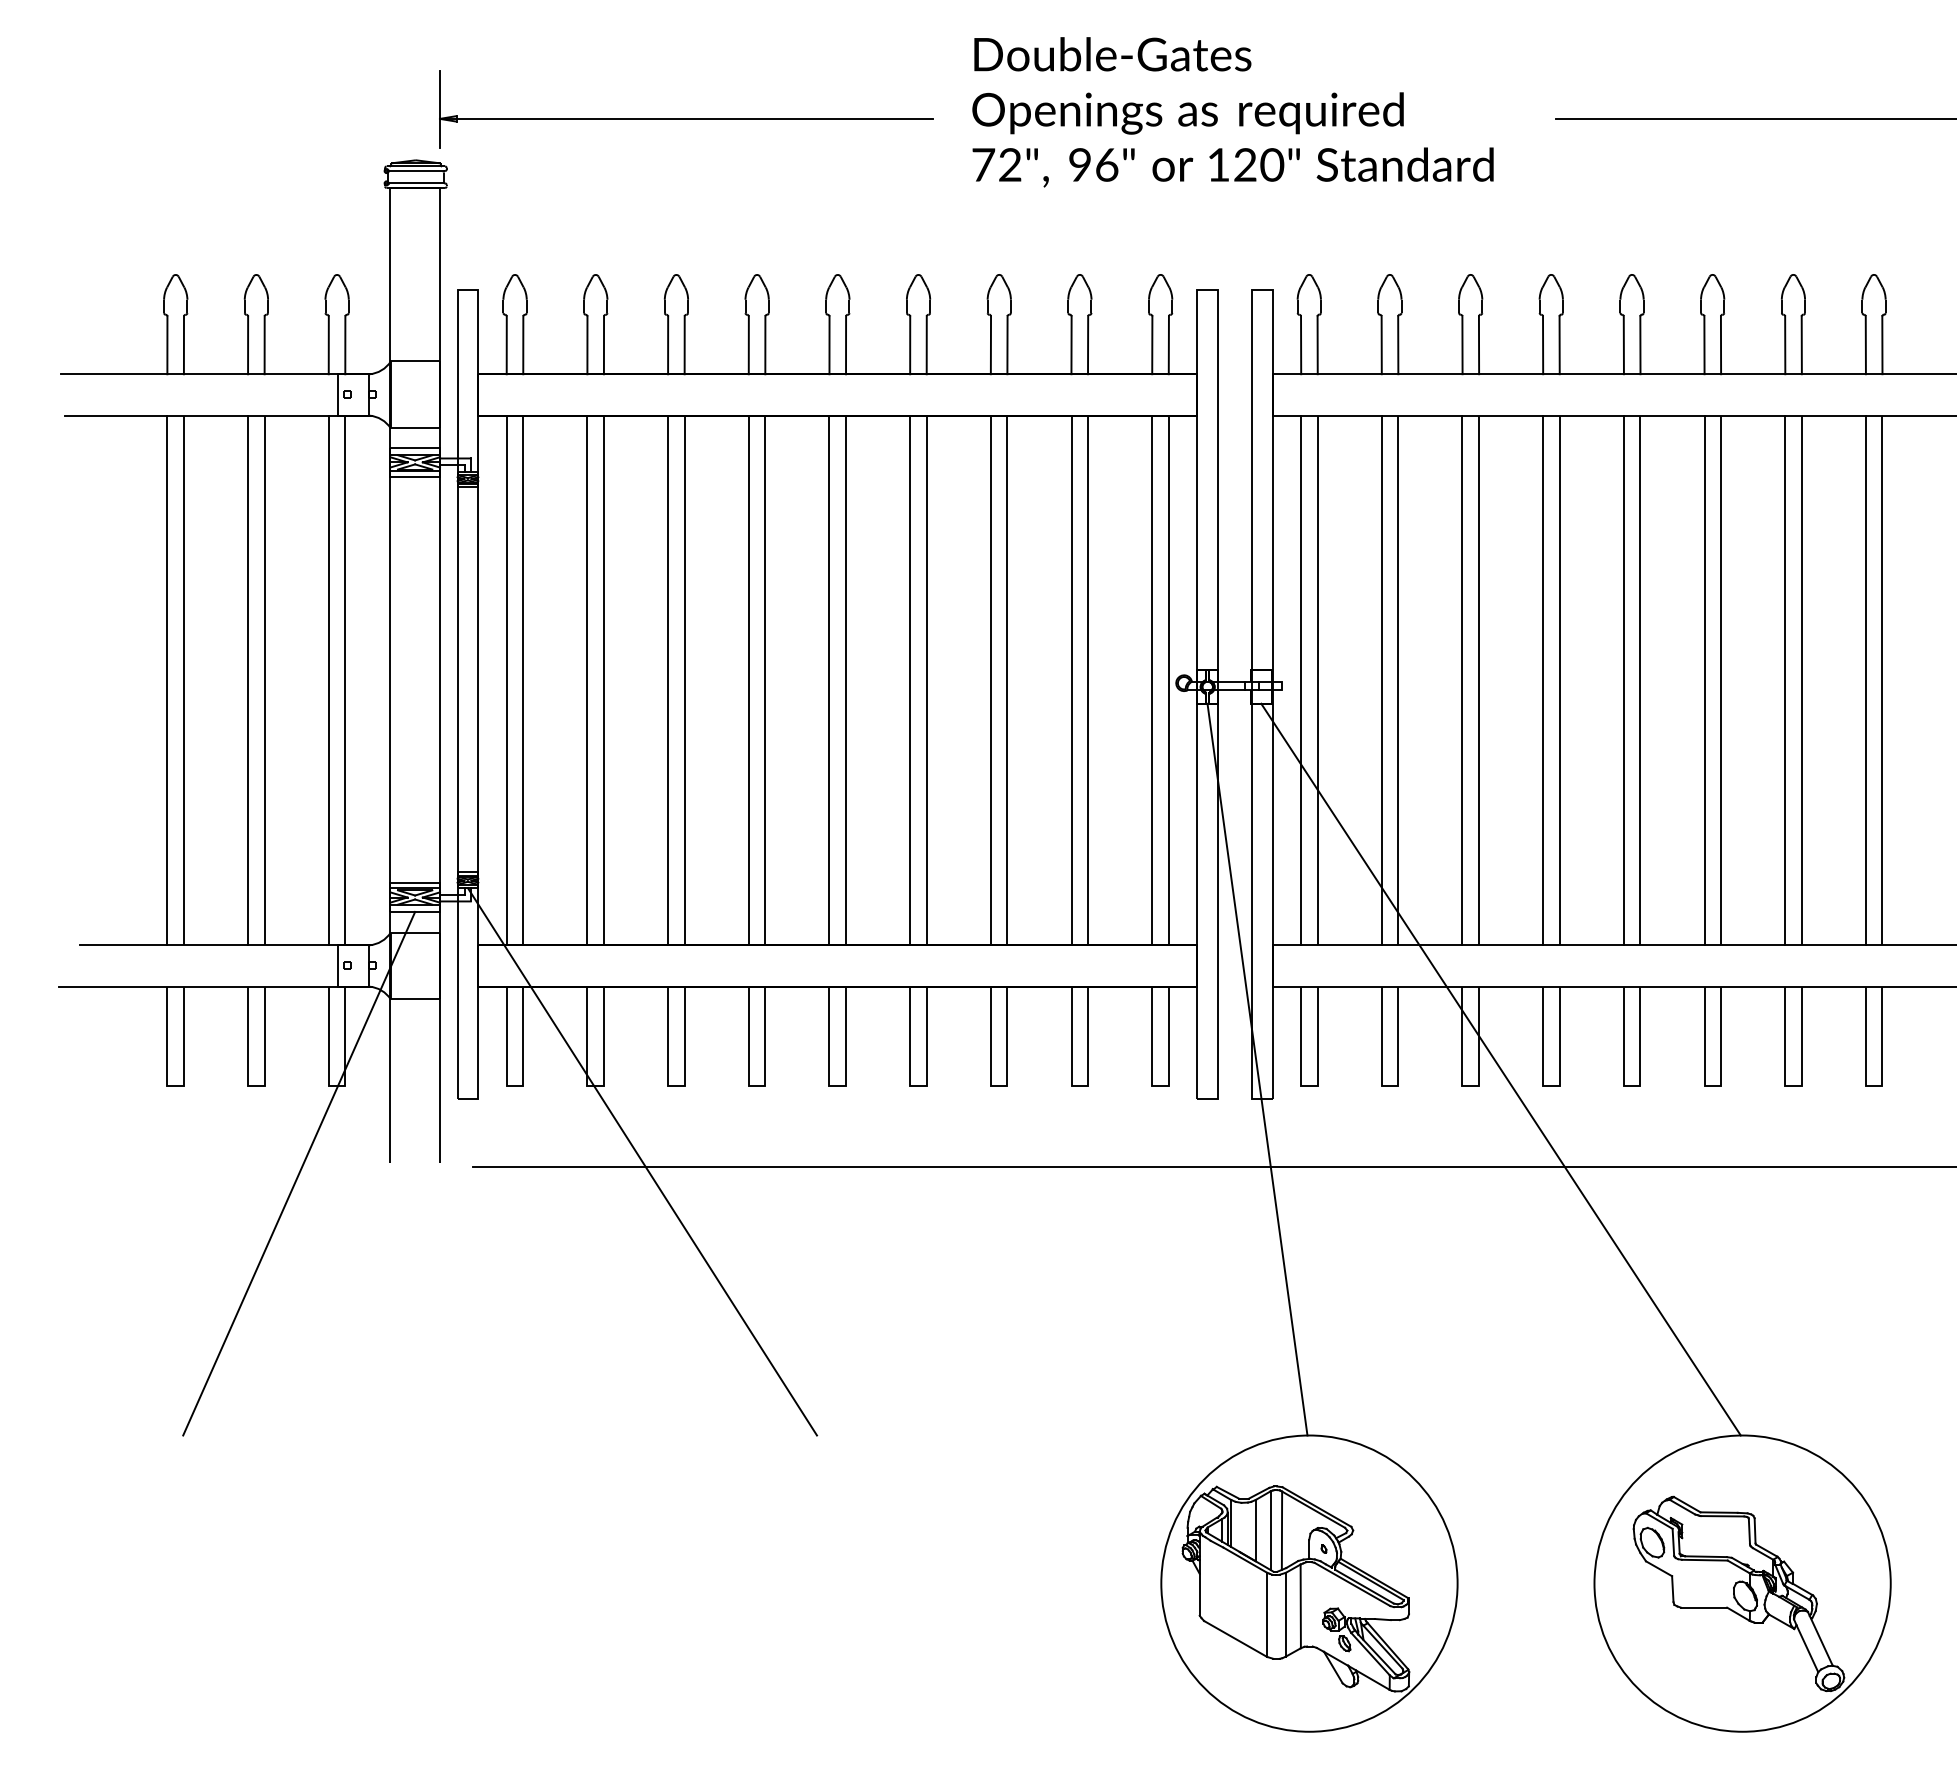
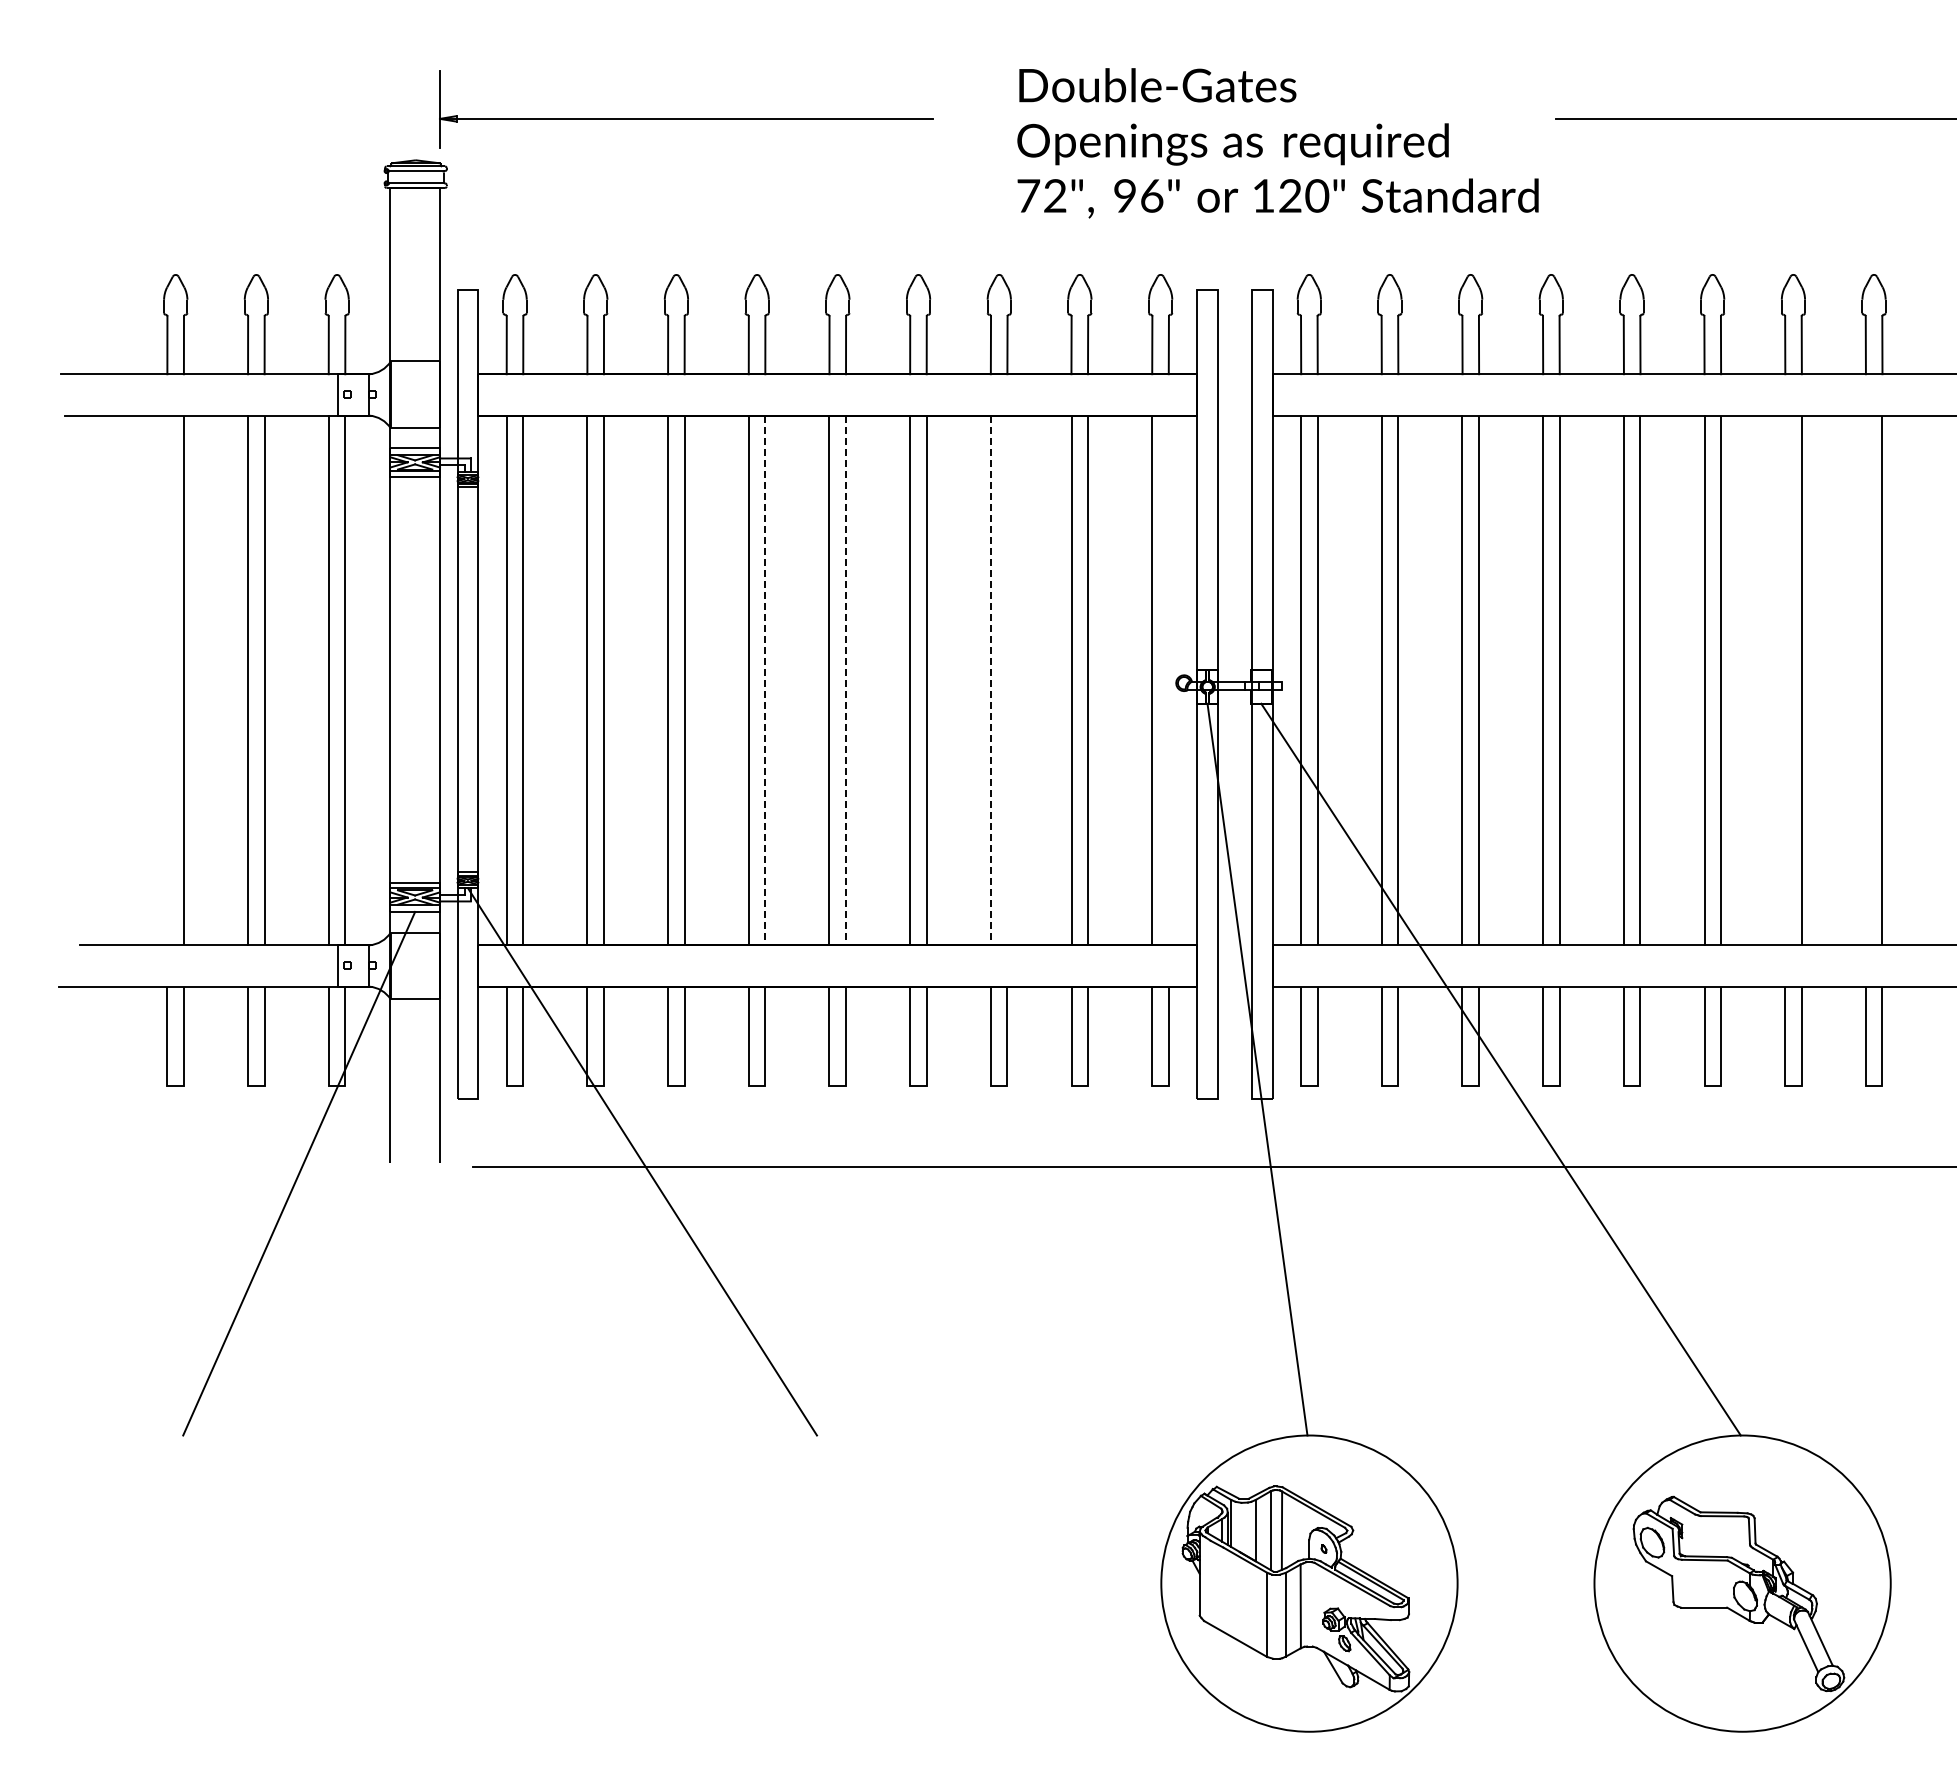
text at (1232, 112) position: (1232, 112) -> (1277, 143)
line at (167, 680): present -> none
line at (765, 680): solid -> dashed
line at (846, 680): solid -> dashed
line at (990, 680): solid -> dashed
line at (1007, 680): present -> none
line at (1168, 680): present -> none
line at (1785, 680): present -> none
line at (1865, 680): present -> none
